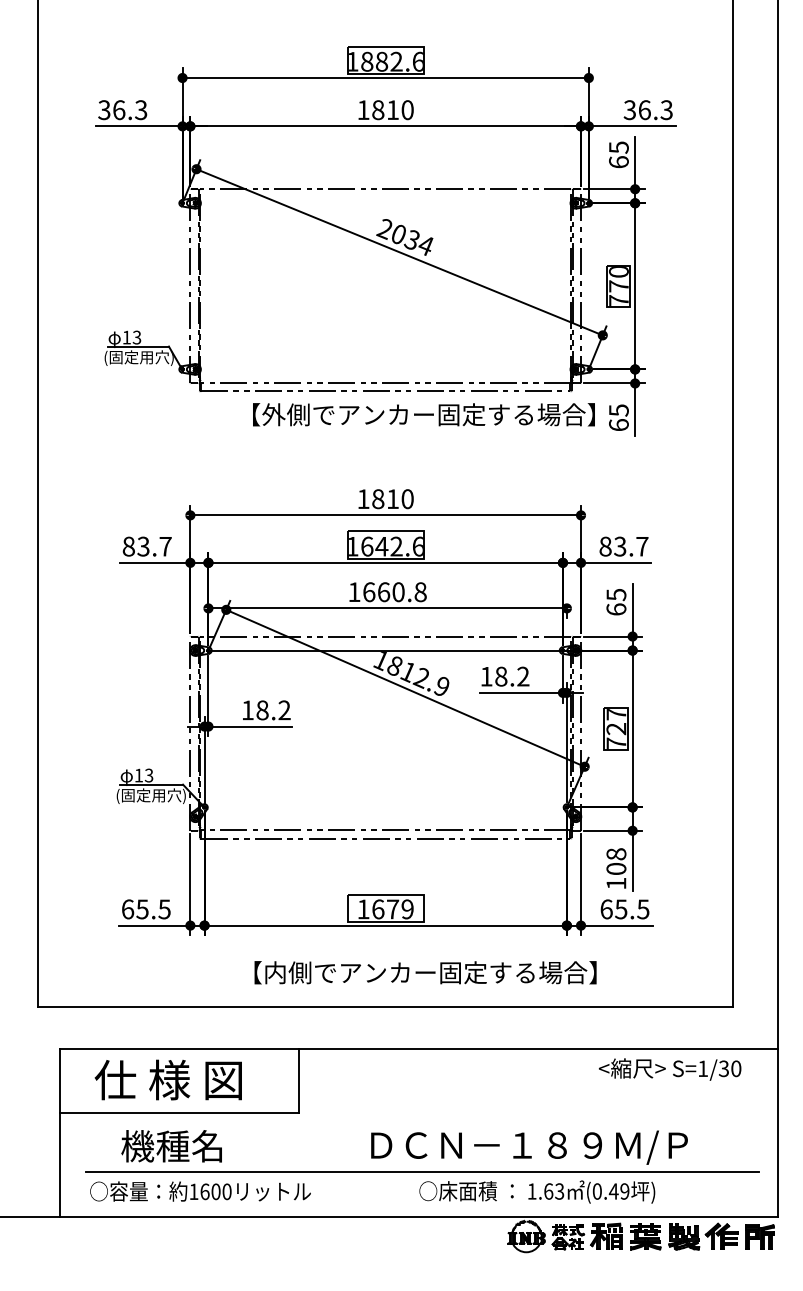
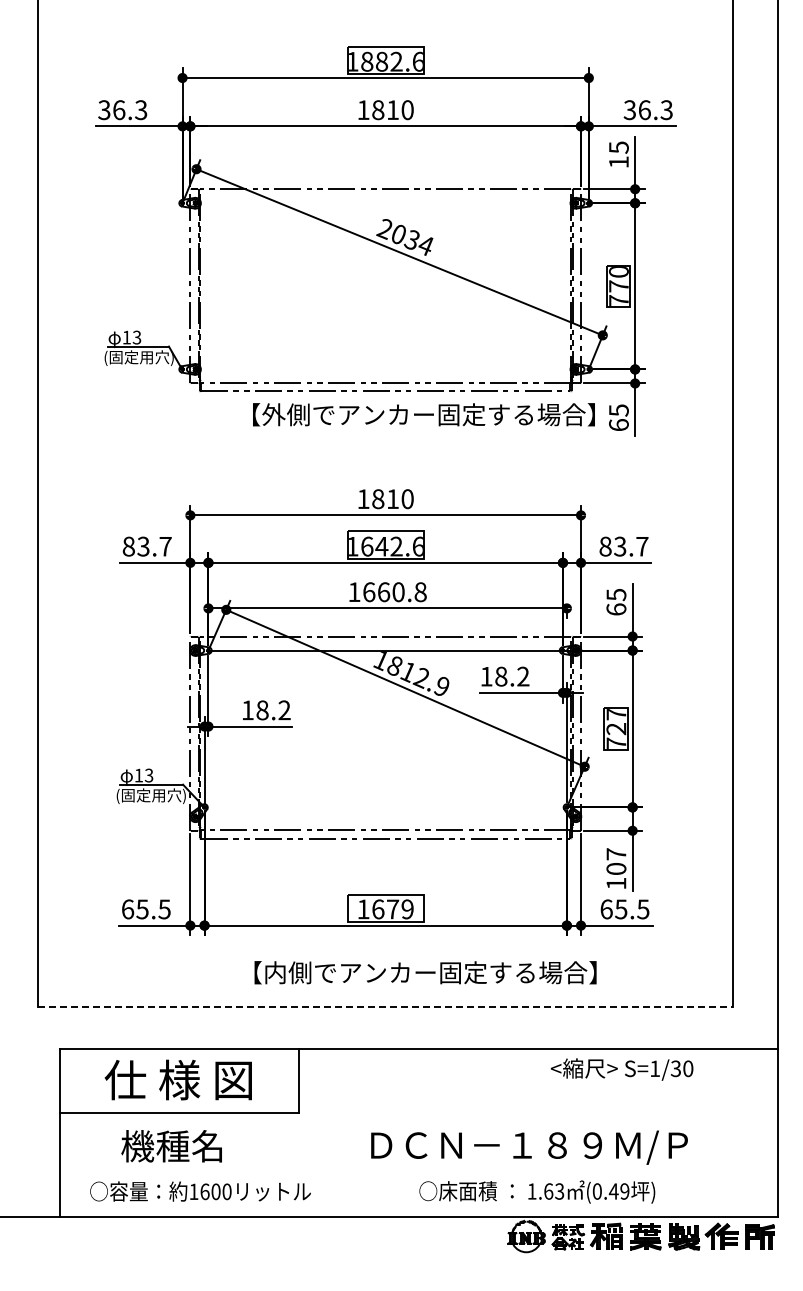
text at (618, 162): 65 -> 15
text at (616, 854): 108 -> 107
line at (385, 1006): solid -> dashed
text at (669, 1069) position: (669, 1069) -> (621, 1069)
text at (167, 1079) position: (167, 1079) -> (177, 1079)
line at (421, 1172): present -> none
